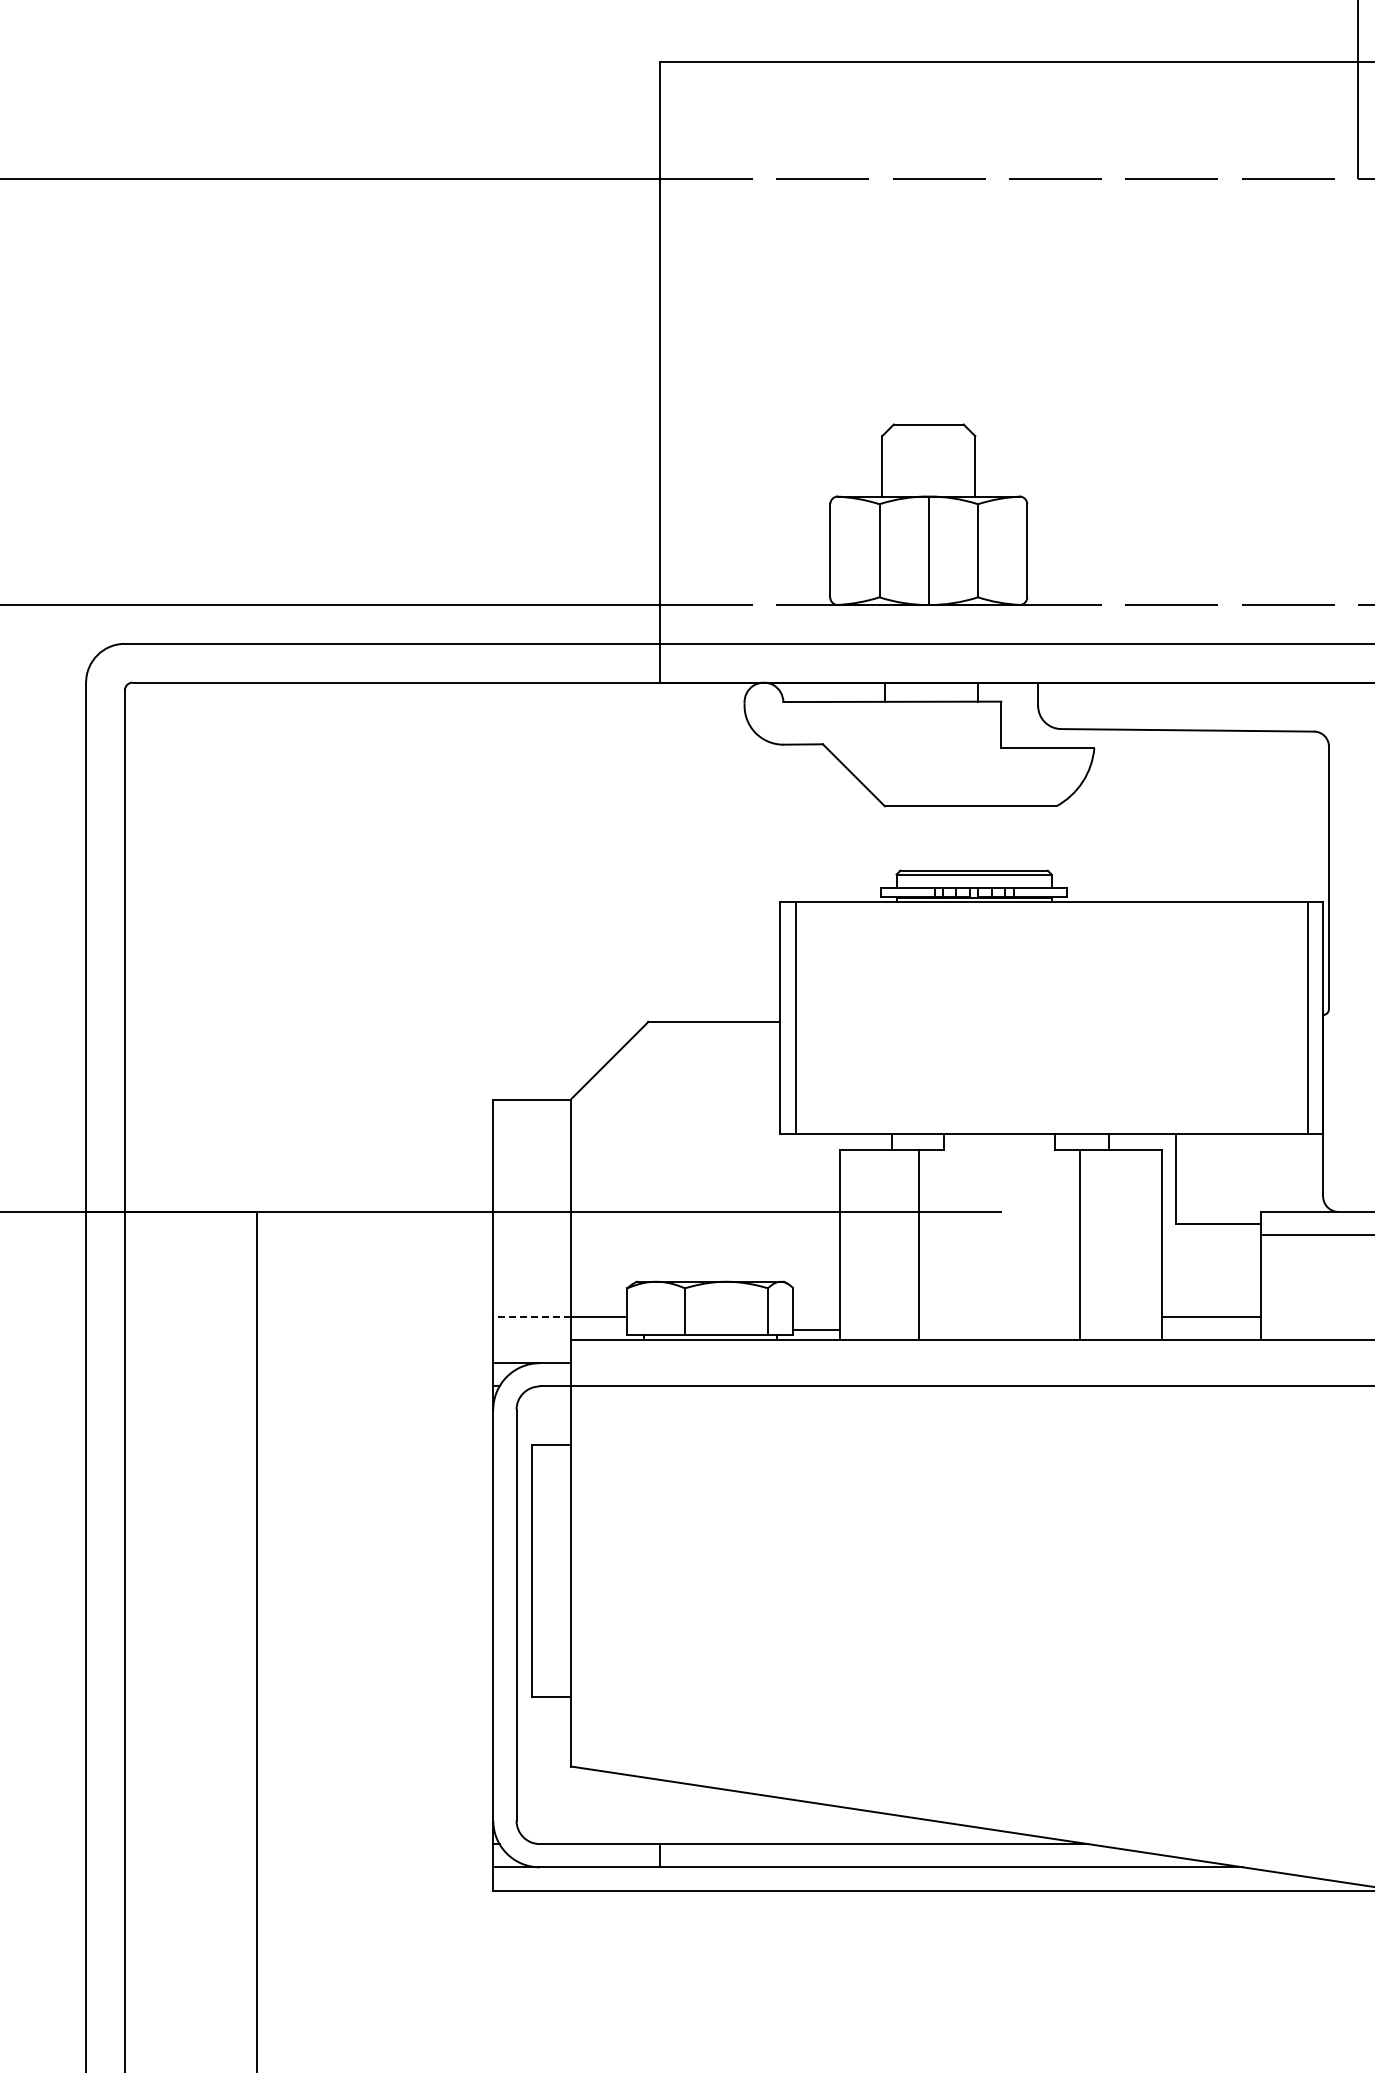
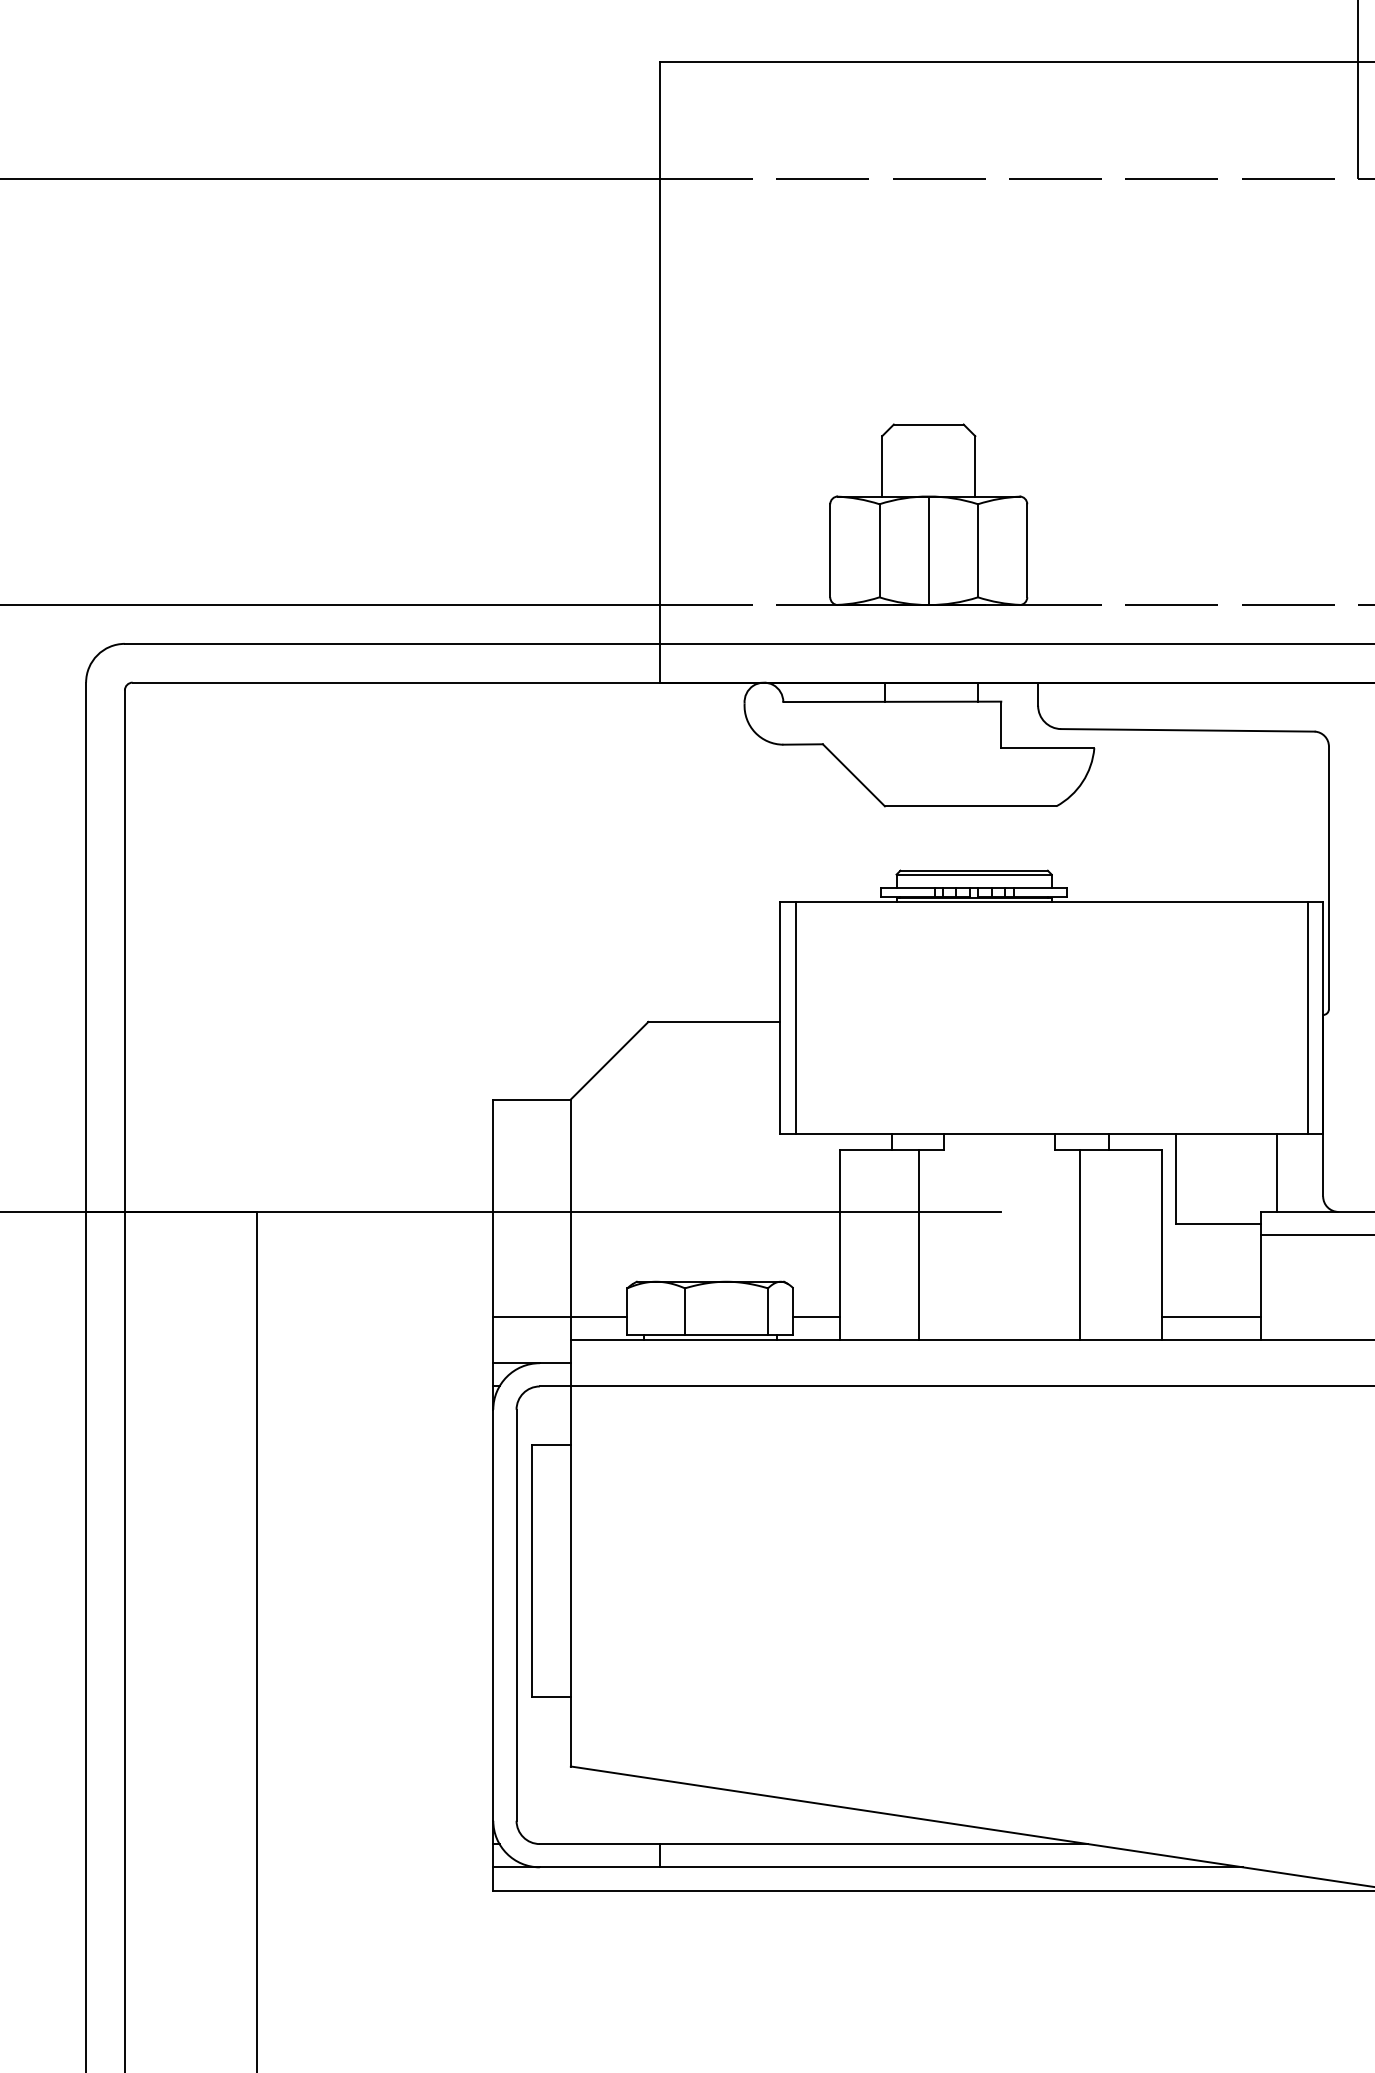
line at (1276, 1172): none -> present
line at (532, 1316): dashed -> solid
line at (816, 1329) position: (816, 1329) -> (816, 1316)
